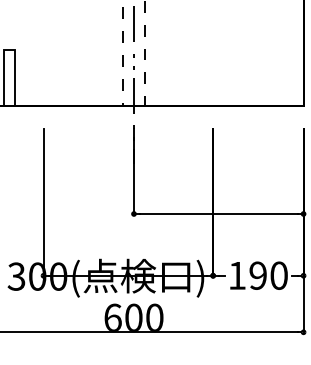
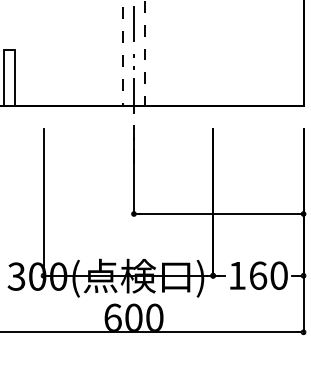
text at (258, 275): 190 -> 160
